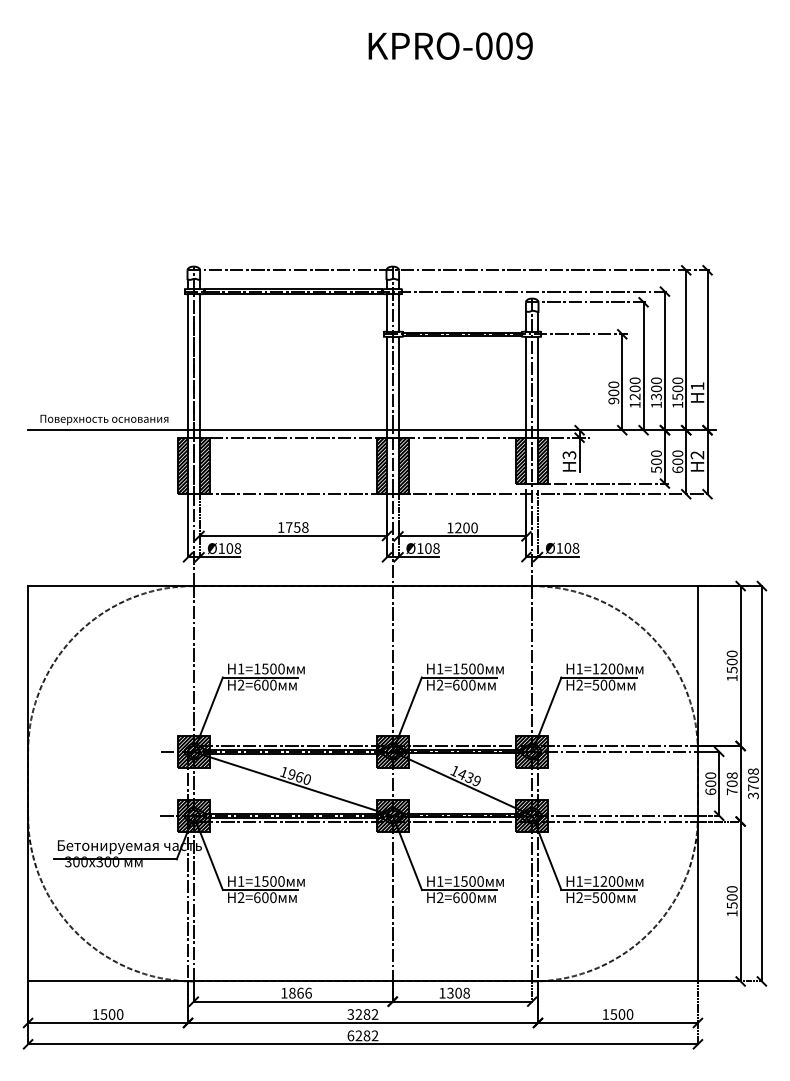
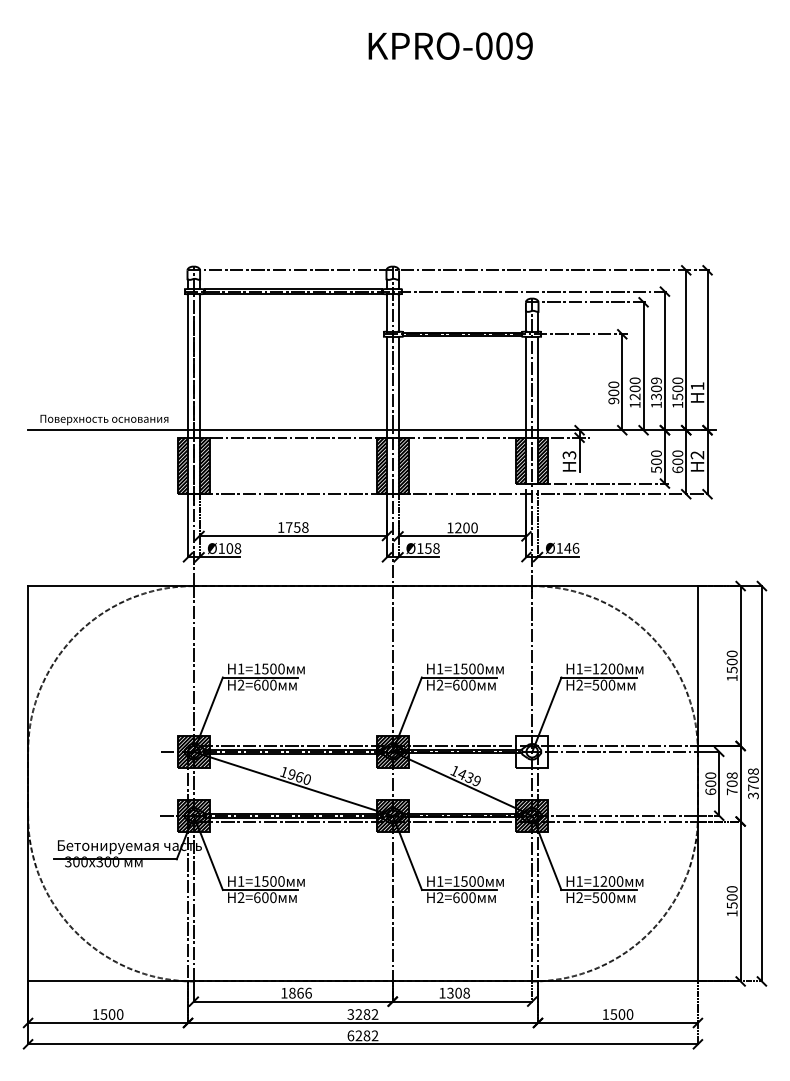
text at (656, 380): 1300 -> 1309
text at (571, 547): Ø108 -> Ø146
text at (428, 548): Ø108 -> Ø158
hatch at (532, 751): present -> none
